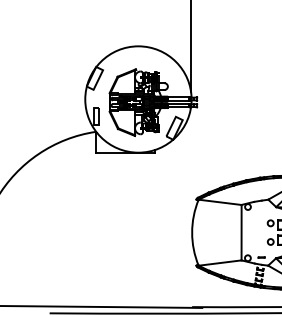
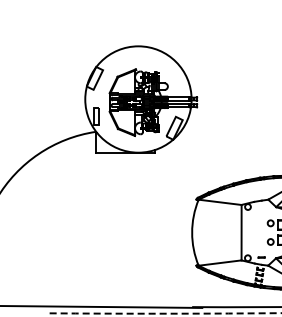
line at (191, 46): present -> none
arc at (165, 313): solid -> dashed
